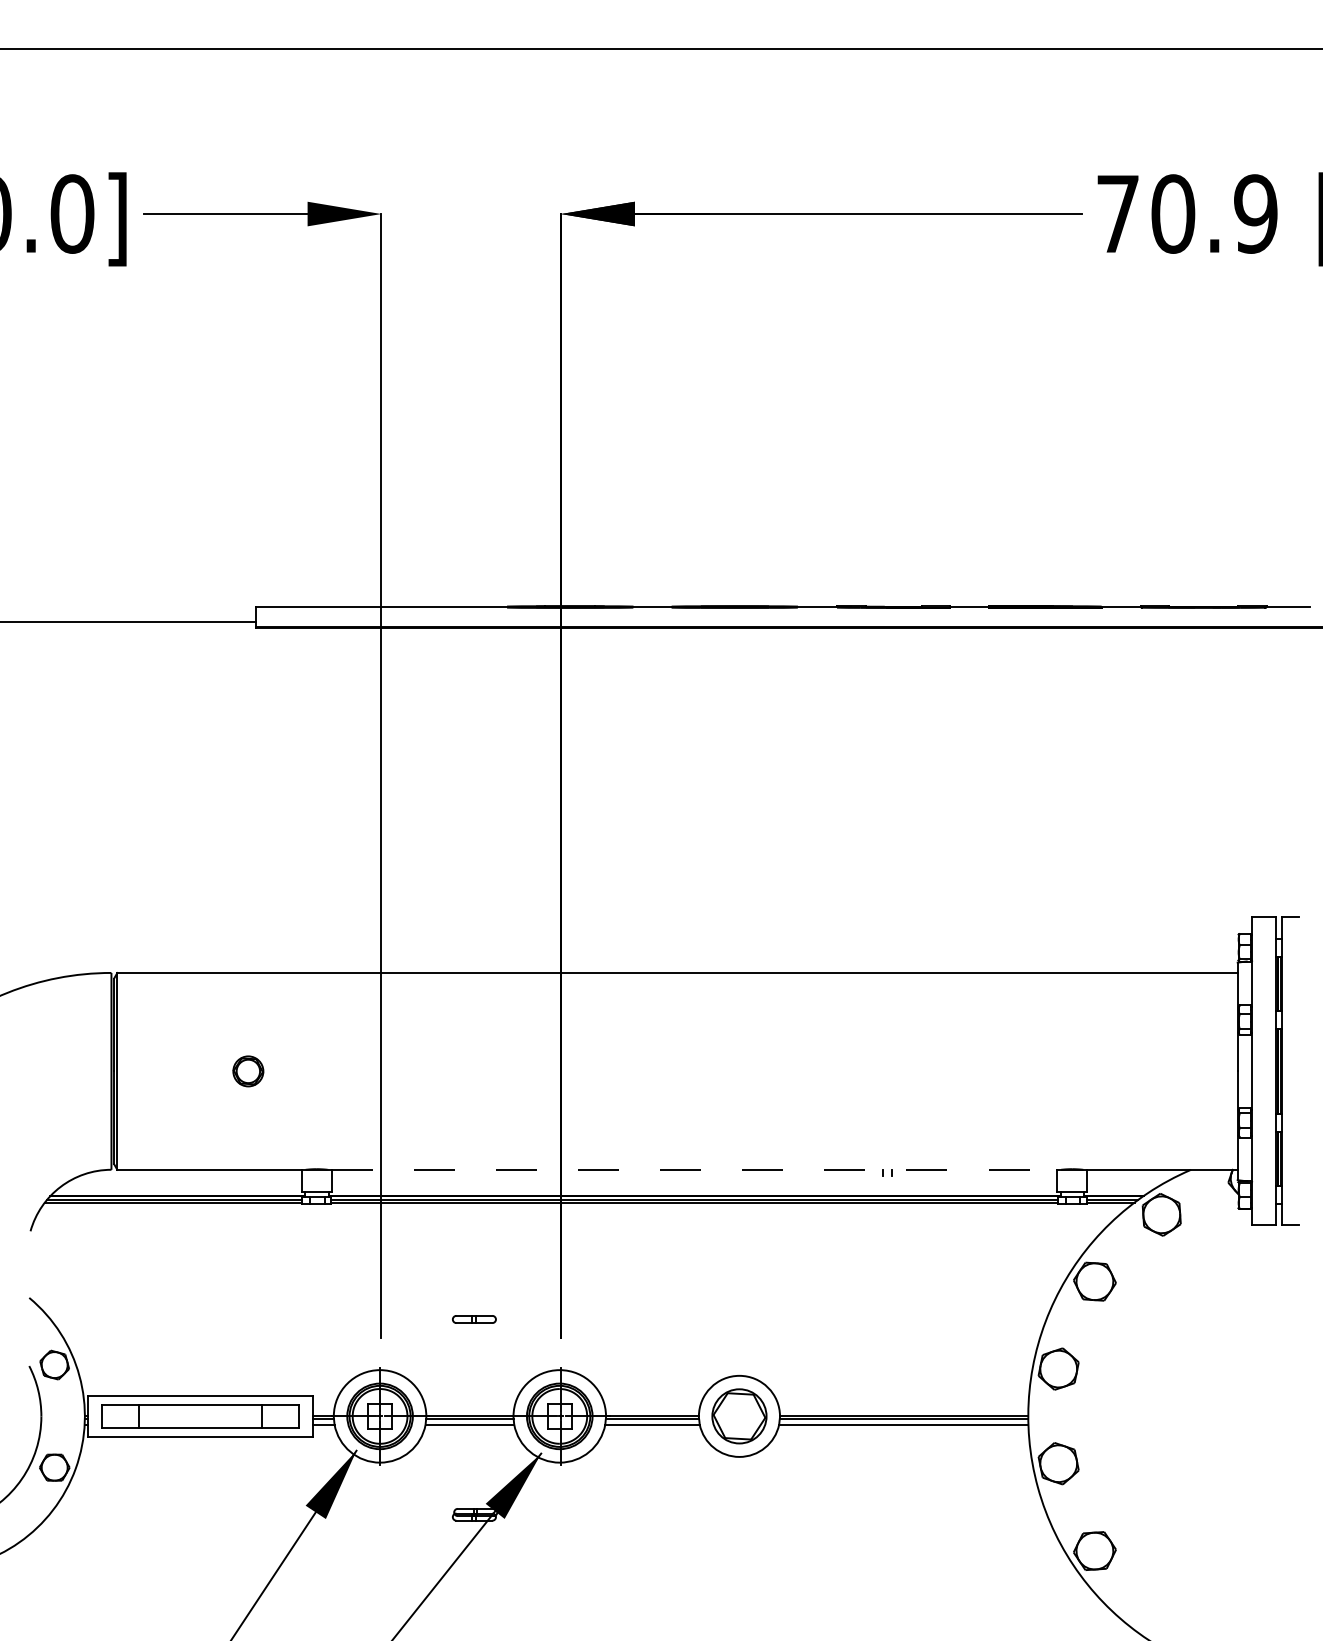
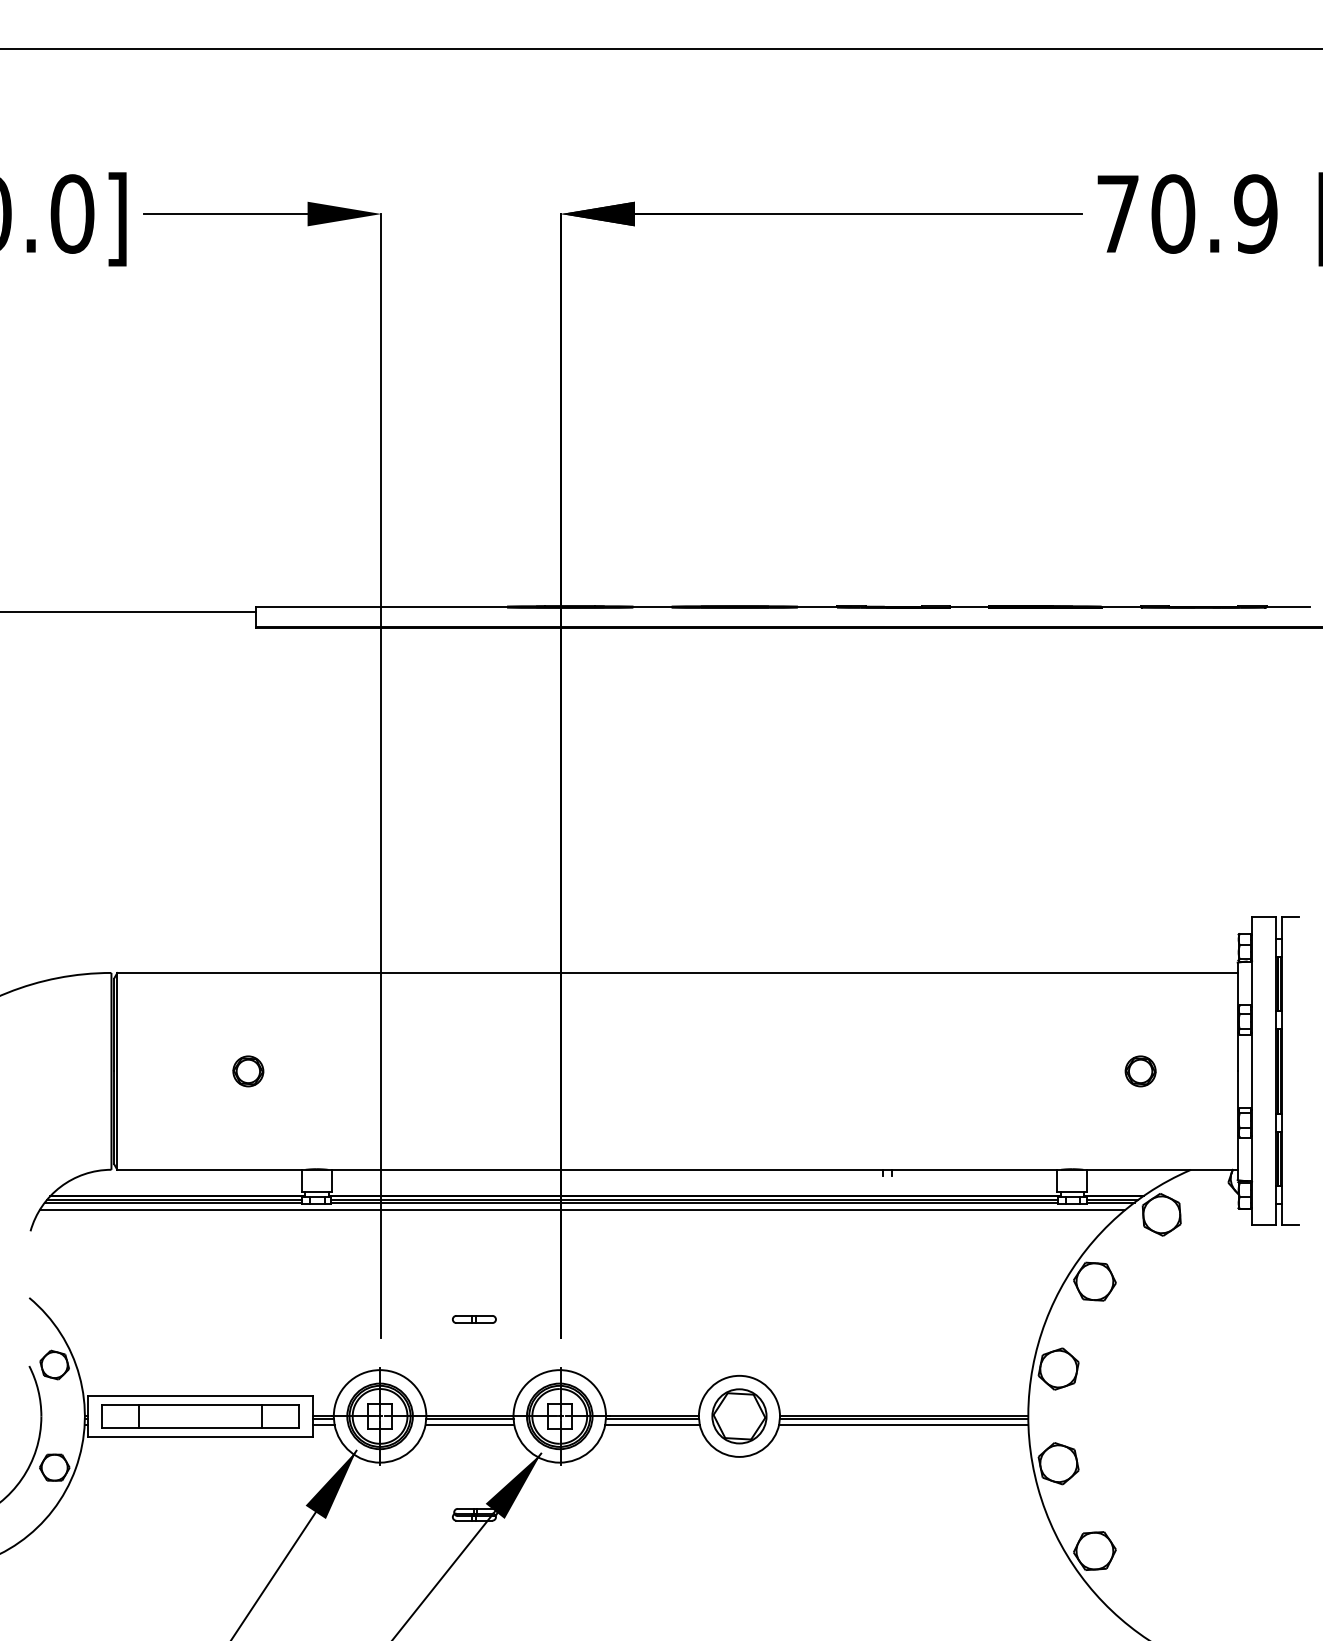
line at (129, 621) position: (129, 621) -> (129, 611)
part at (1140, 1071): none -> present
line at (694, 1169): dashed -> solid
line at (582, 1209): none -> present
